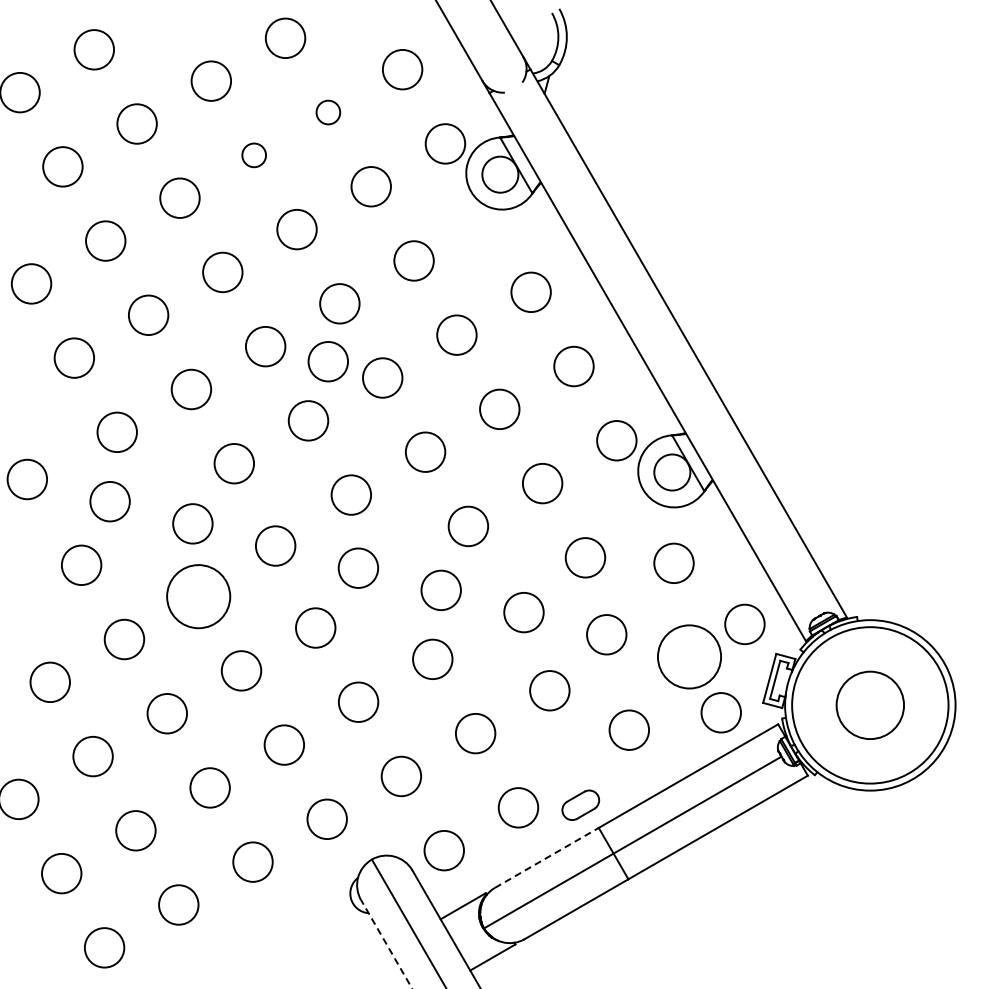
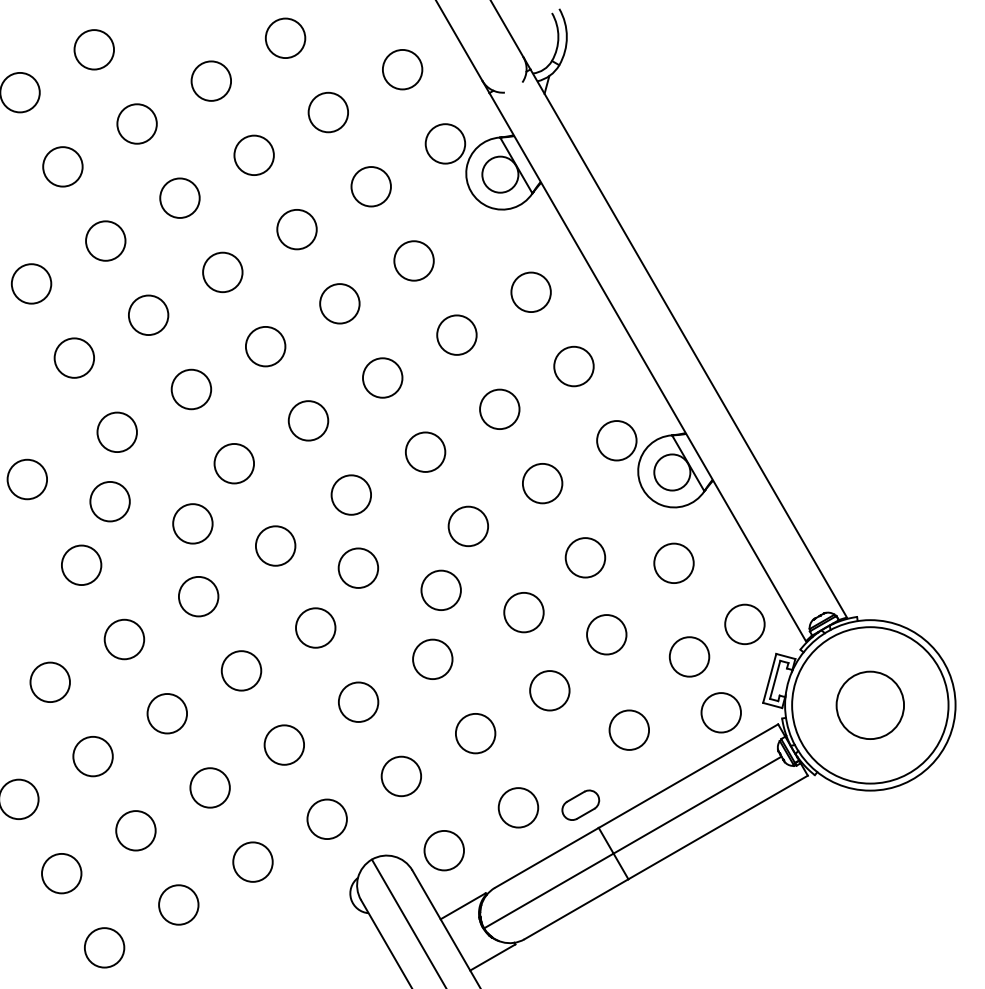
circle at (328, 112) diameter: 24 px -> 39 px
circle at (254, 155) diameter: 24 px -> 39 px
circle at (327, 361): present -> none
circle at (198, 596) diameter: 63 px -> 39 px
circle at (689, 656) diameter: 63 px -> 39 px
line at (546, 857): dashed -> solid
line at (386, 944): dashed -> solid
